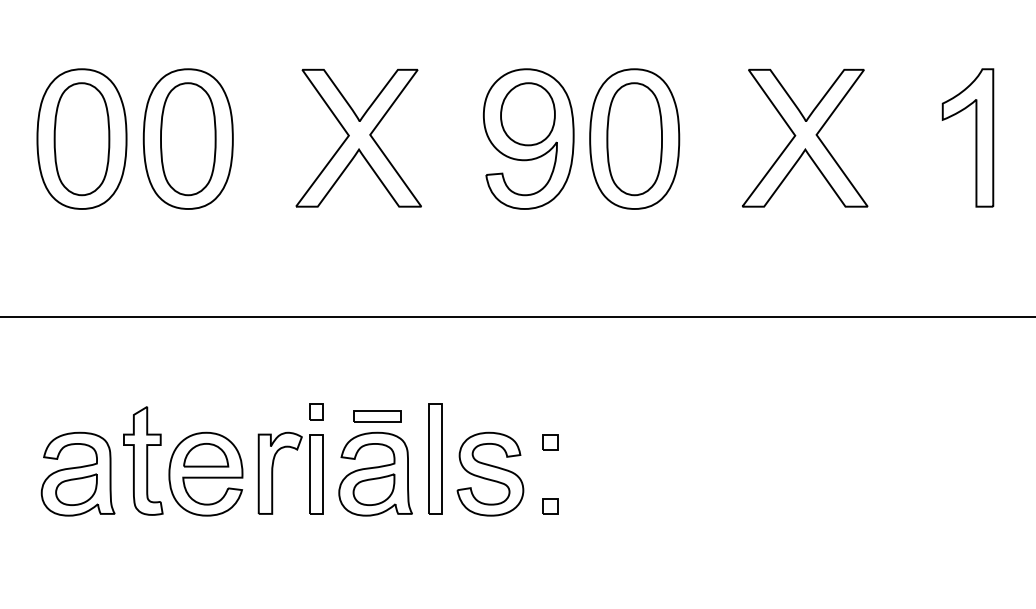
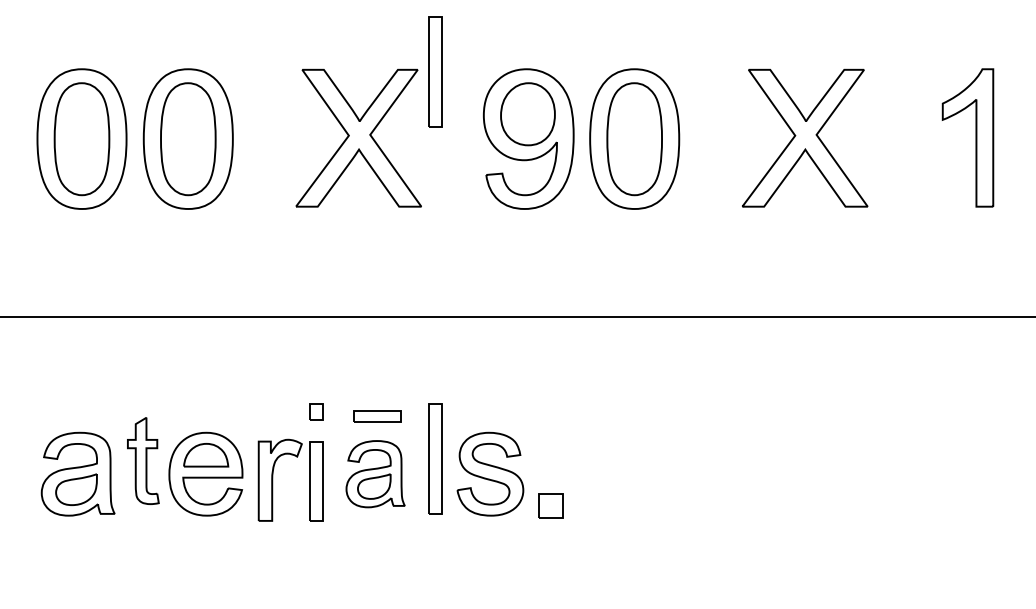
part at (435, 71): none -> present
part at (550, 442): present -> none
part at (143, 460) size: 41x110 px -> 33x88 px
part at (273, 472) position: (273, 472) -> (273, 479)
part at (375, 473) size: 75x86 px -> 61x69 px
part at (550, 506) size: 17x17 px -> 26x26 px
